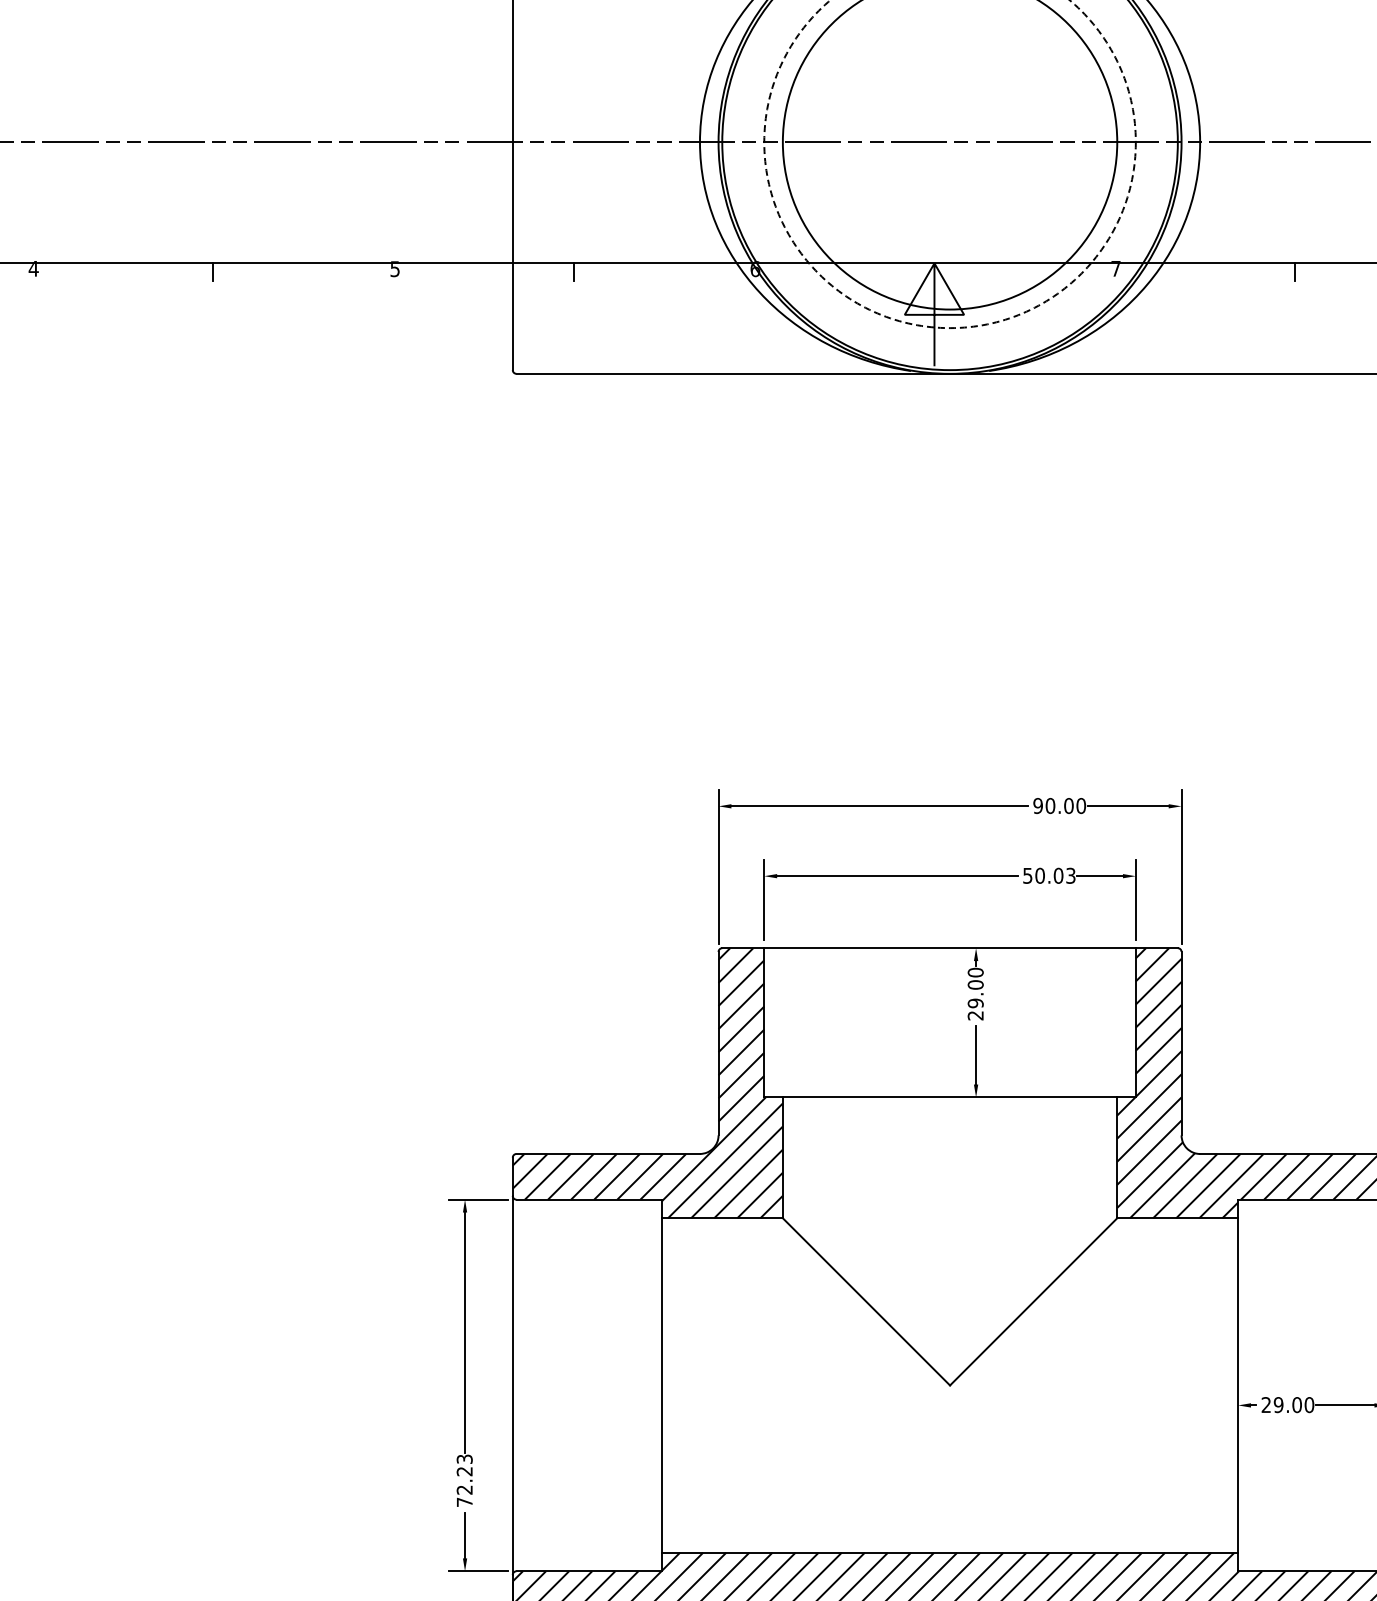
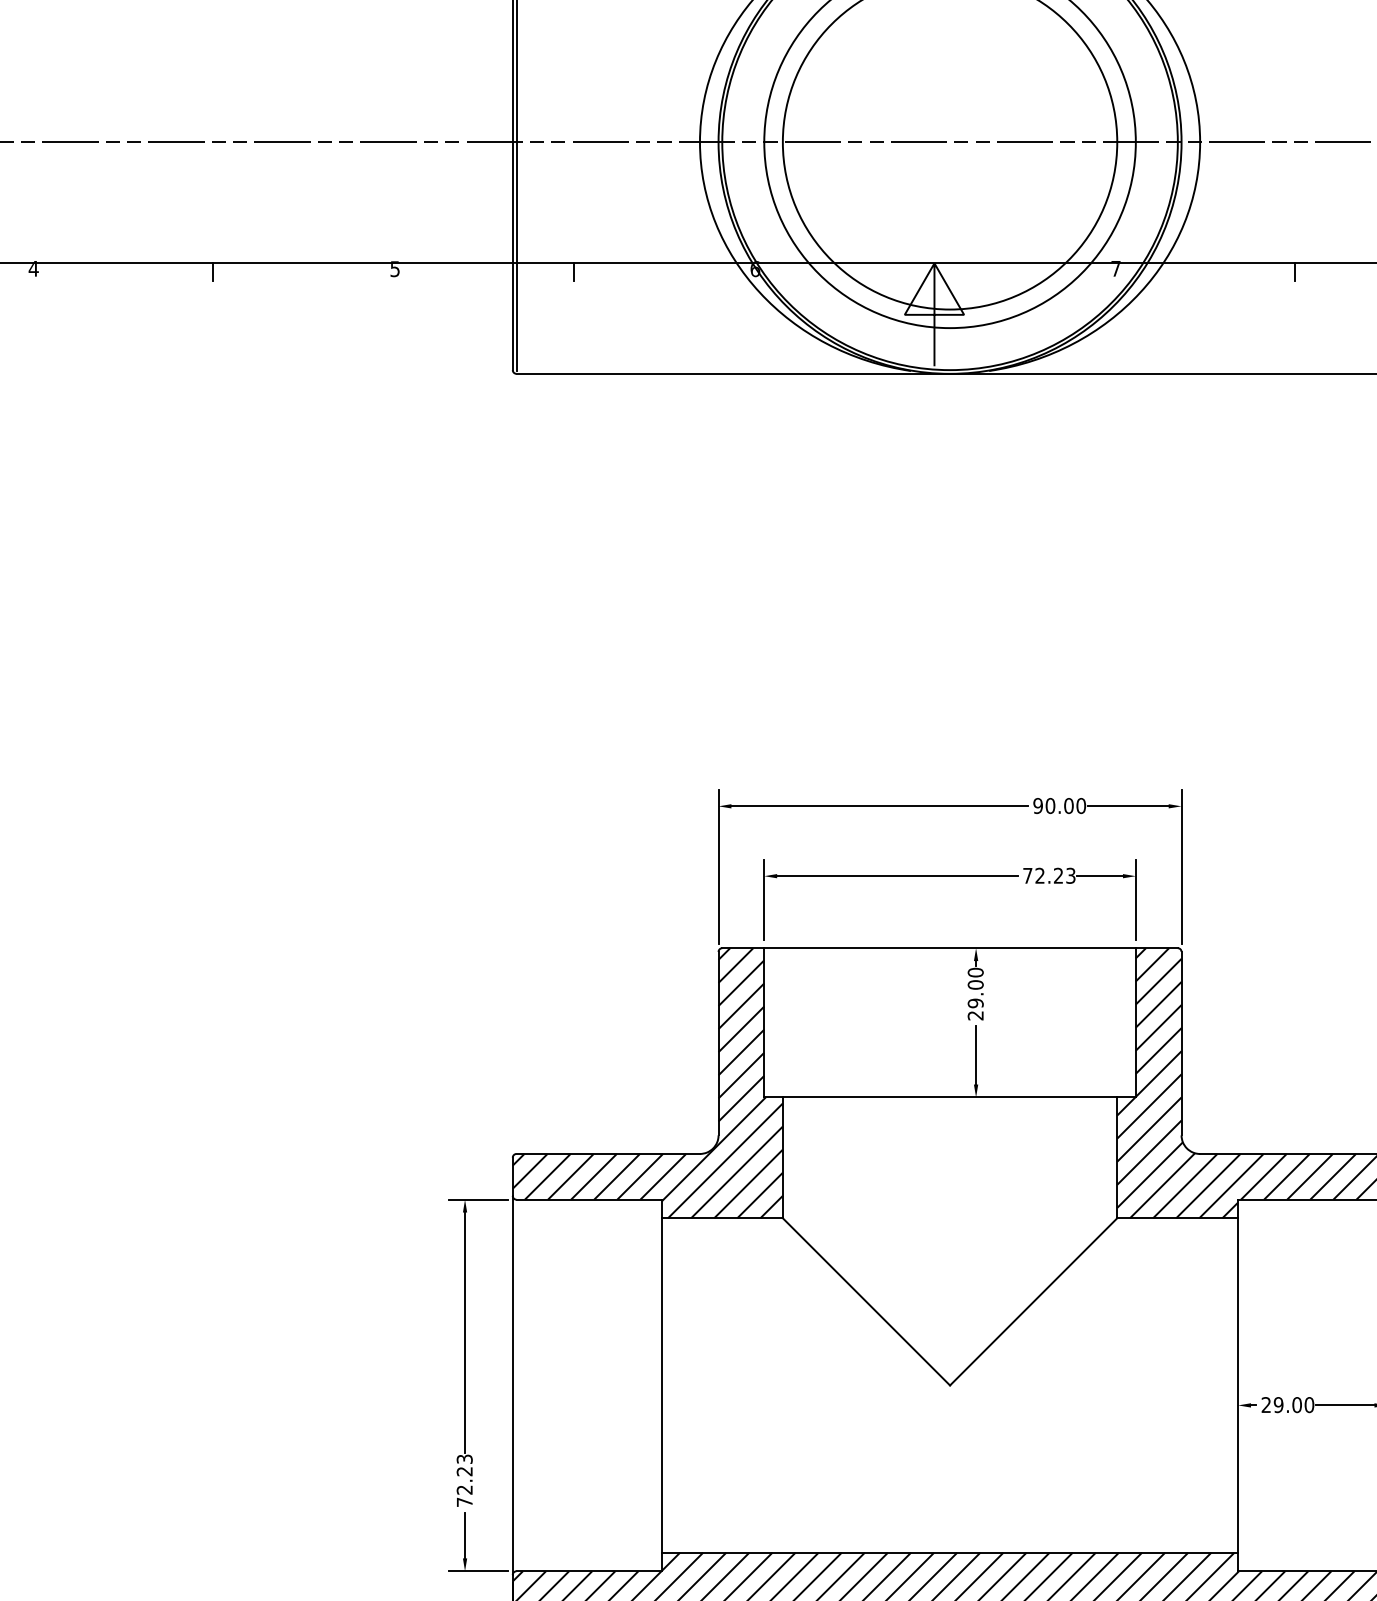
circle at (949, 164): dashed -> solid
line at (516, 186): none -> present
text at (1043, 875): 50.03 -> 72.23
